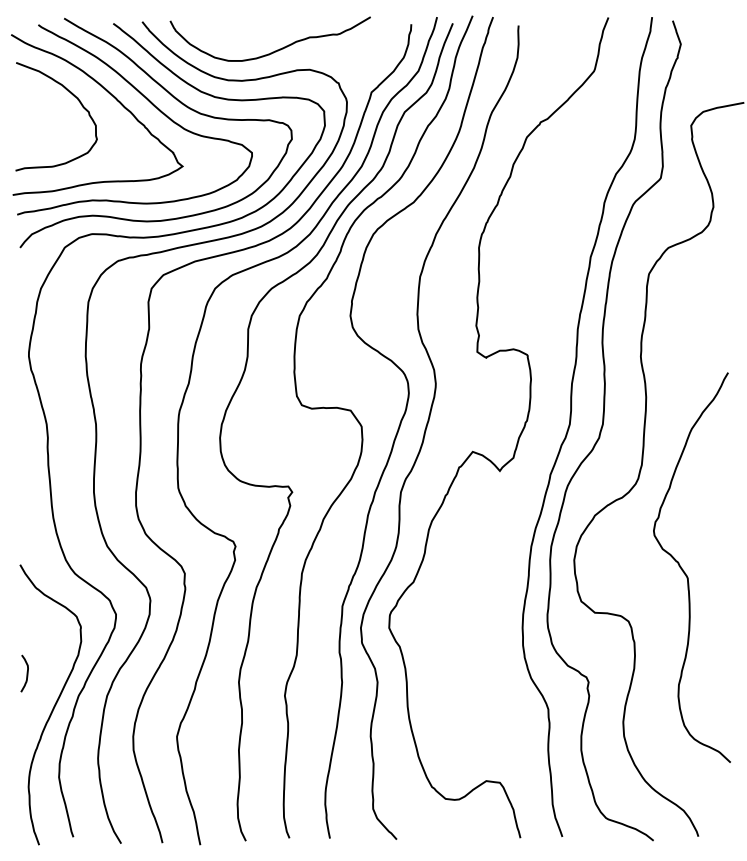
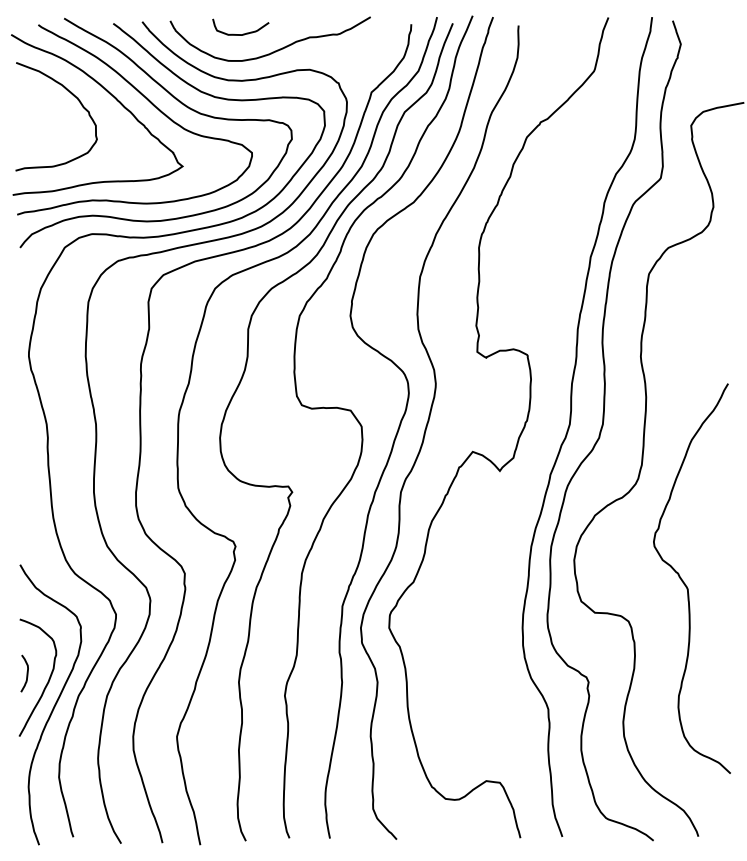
curve at (243, 33): none -> present
curve at (685, 572) position: (685, 572) -> (685, 583)
curve at (47, 681): none -> present
